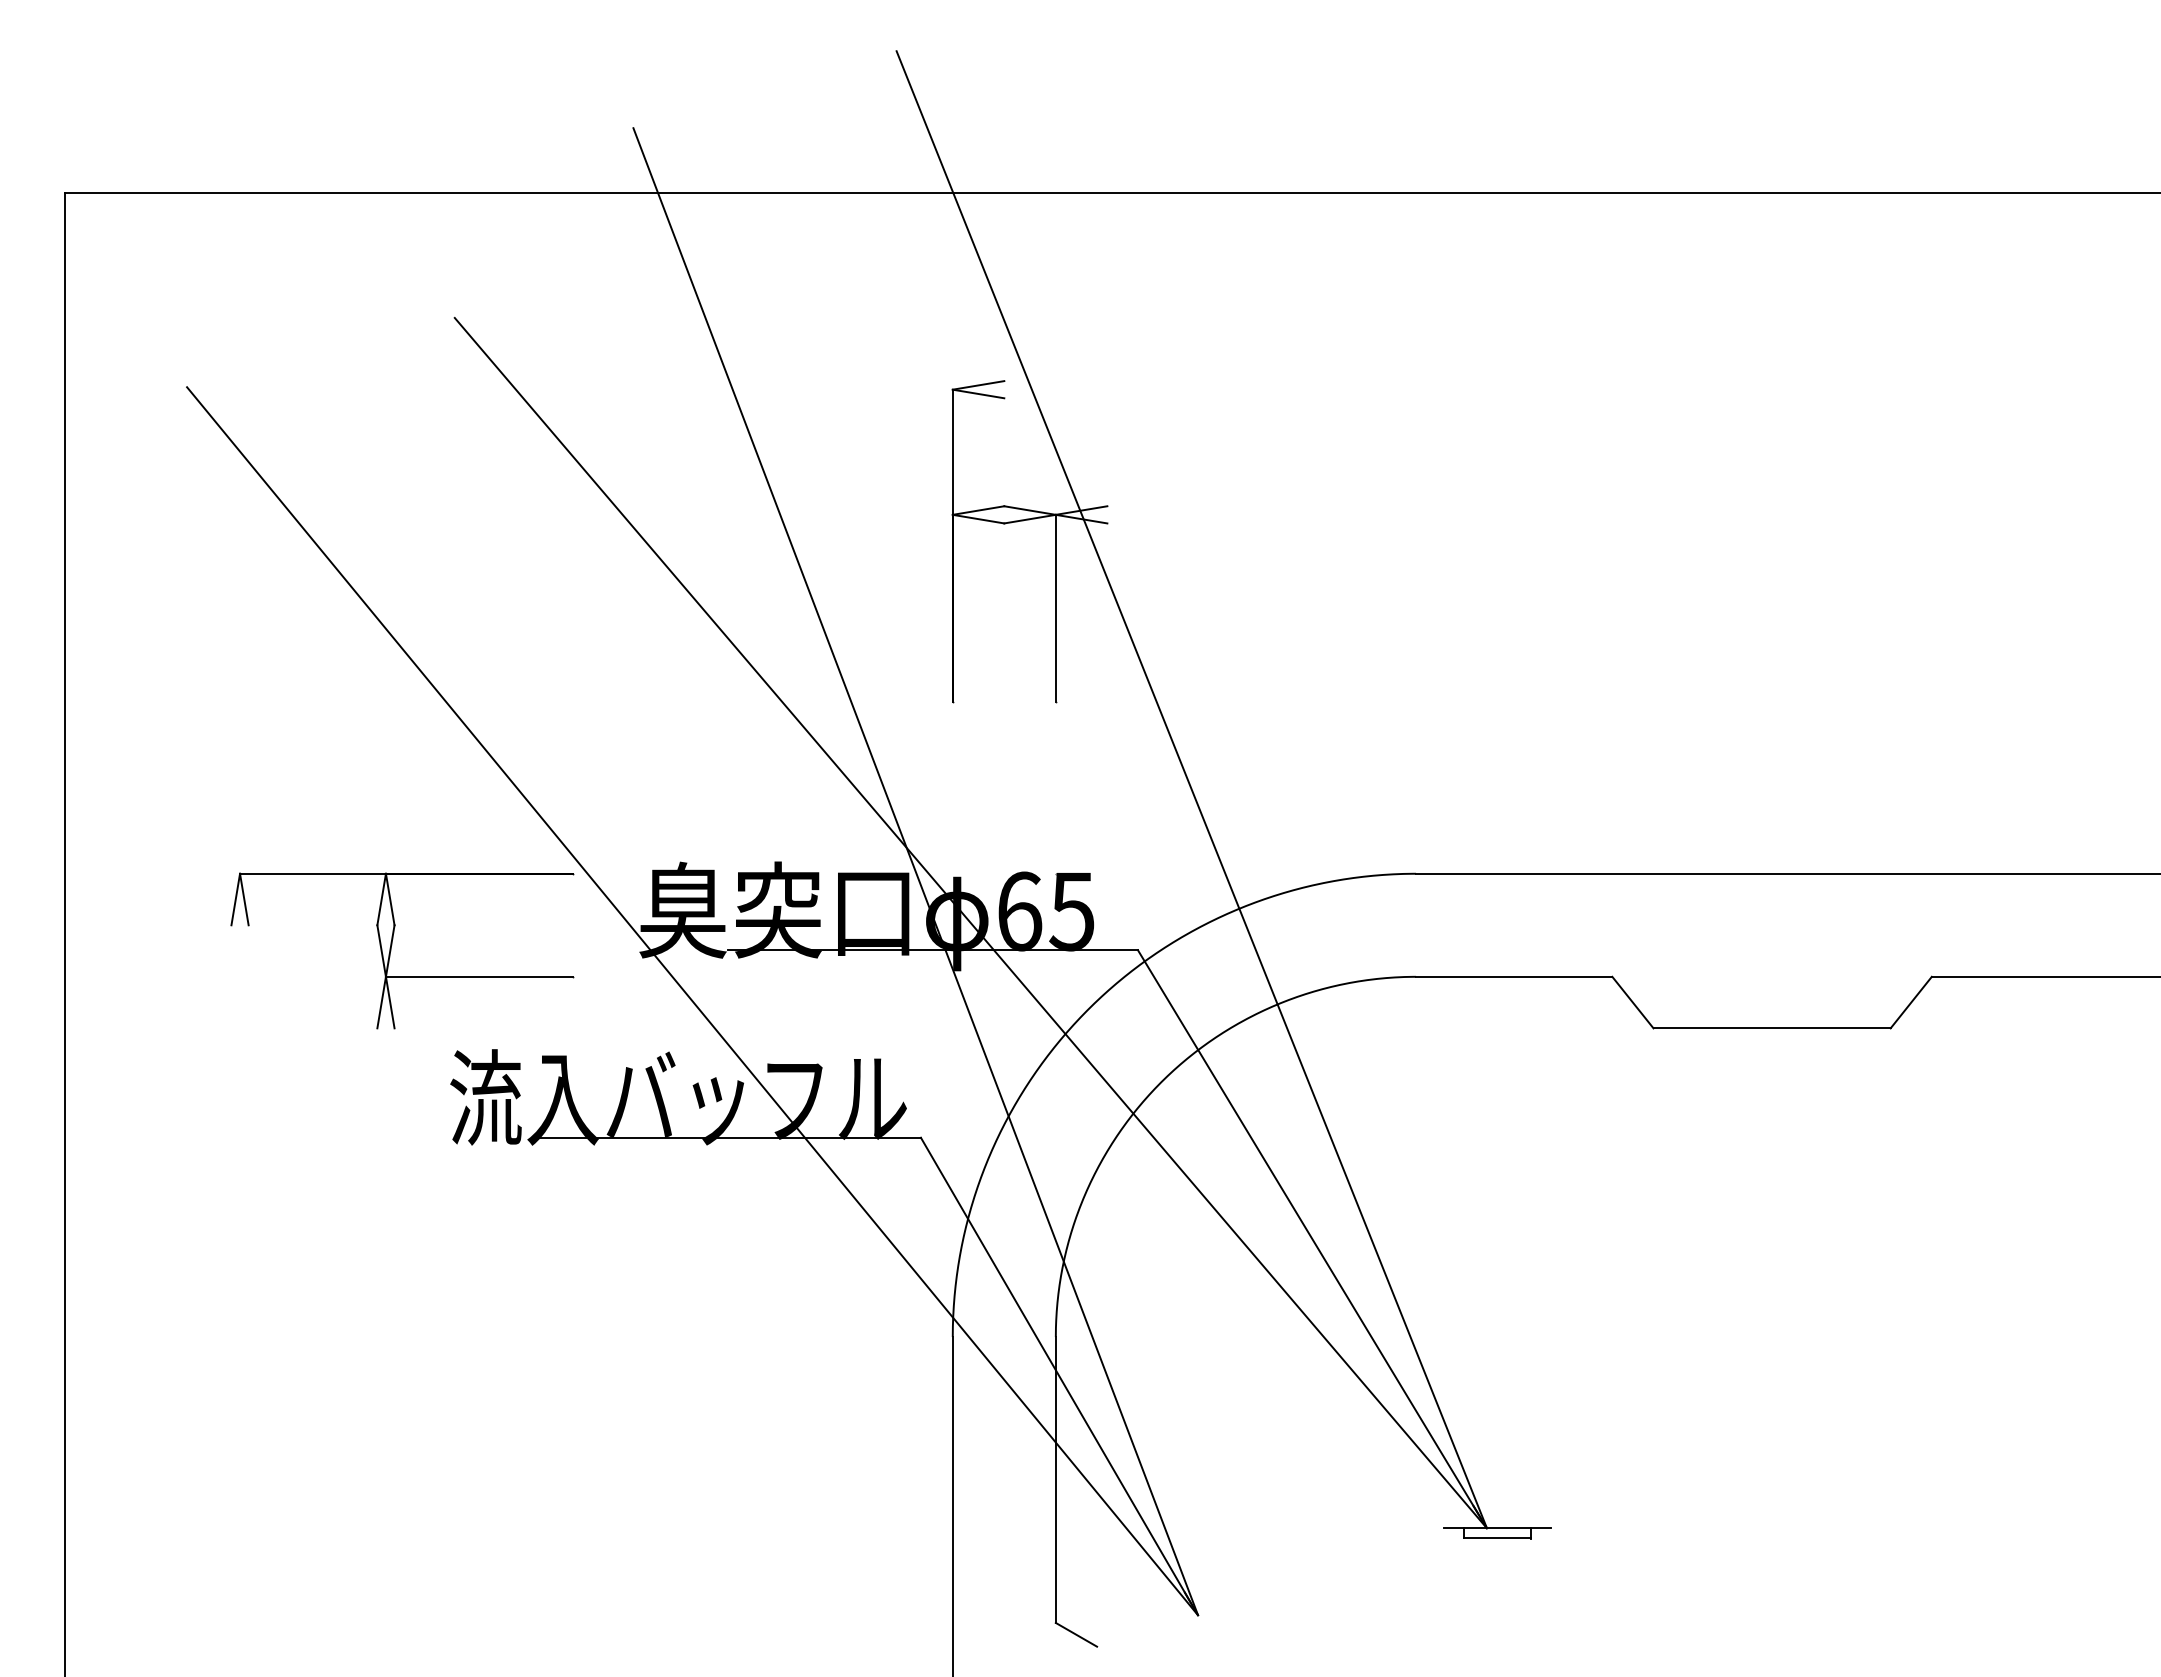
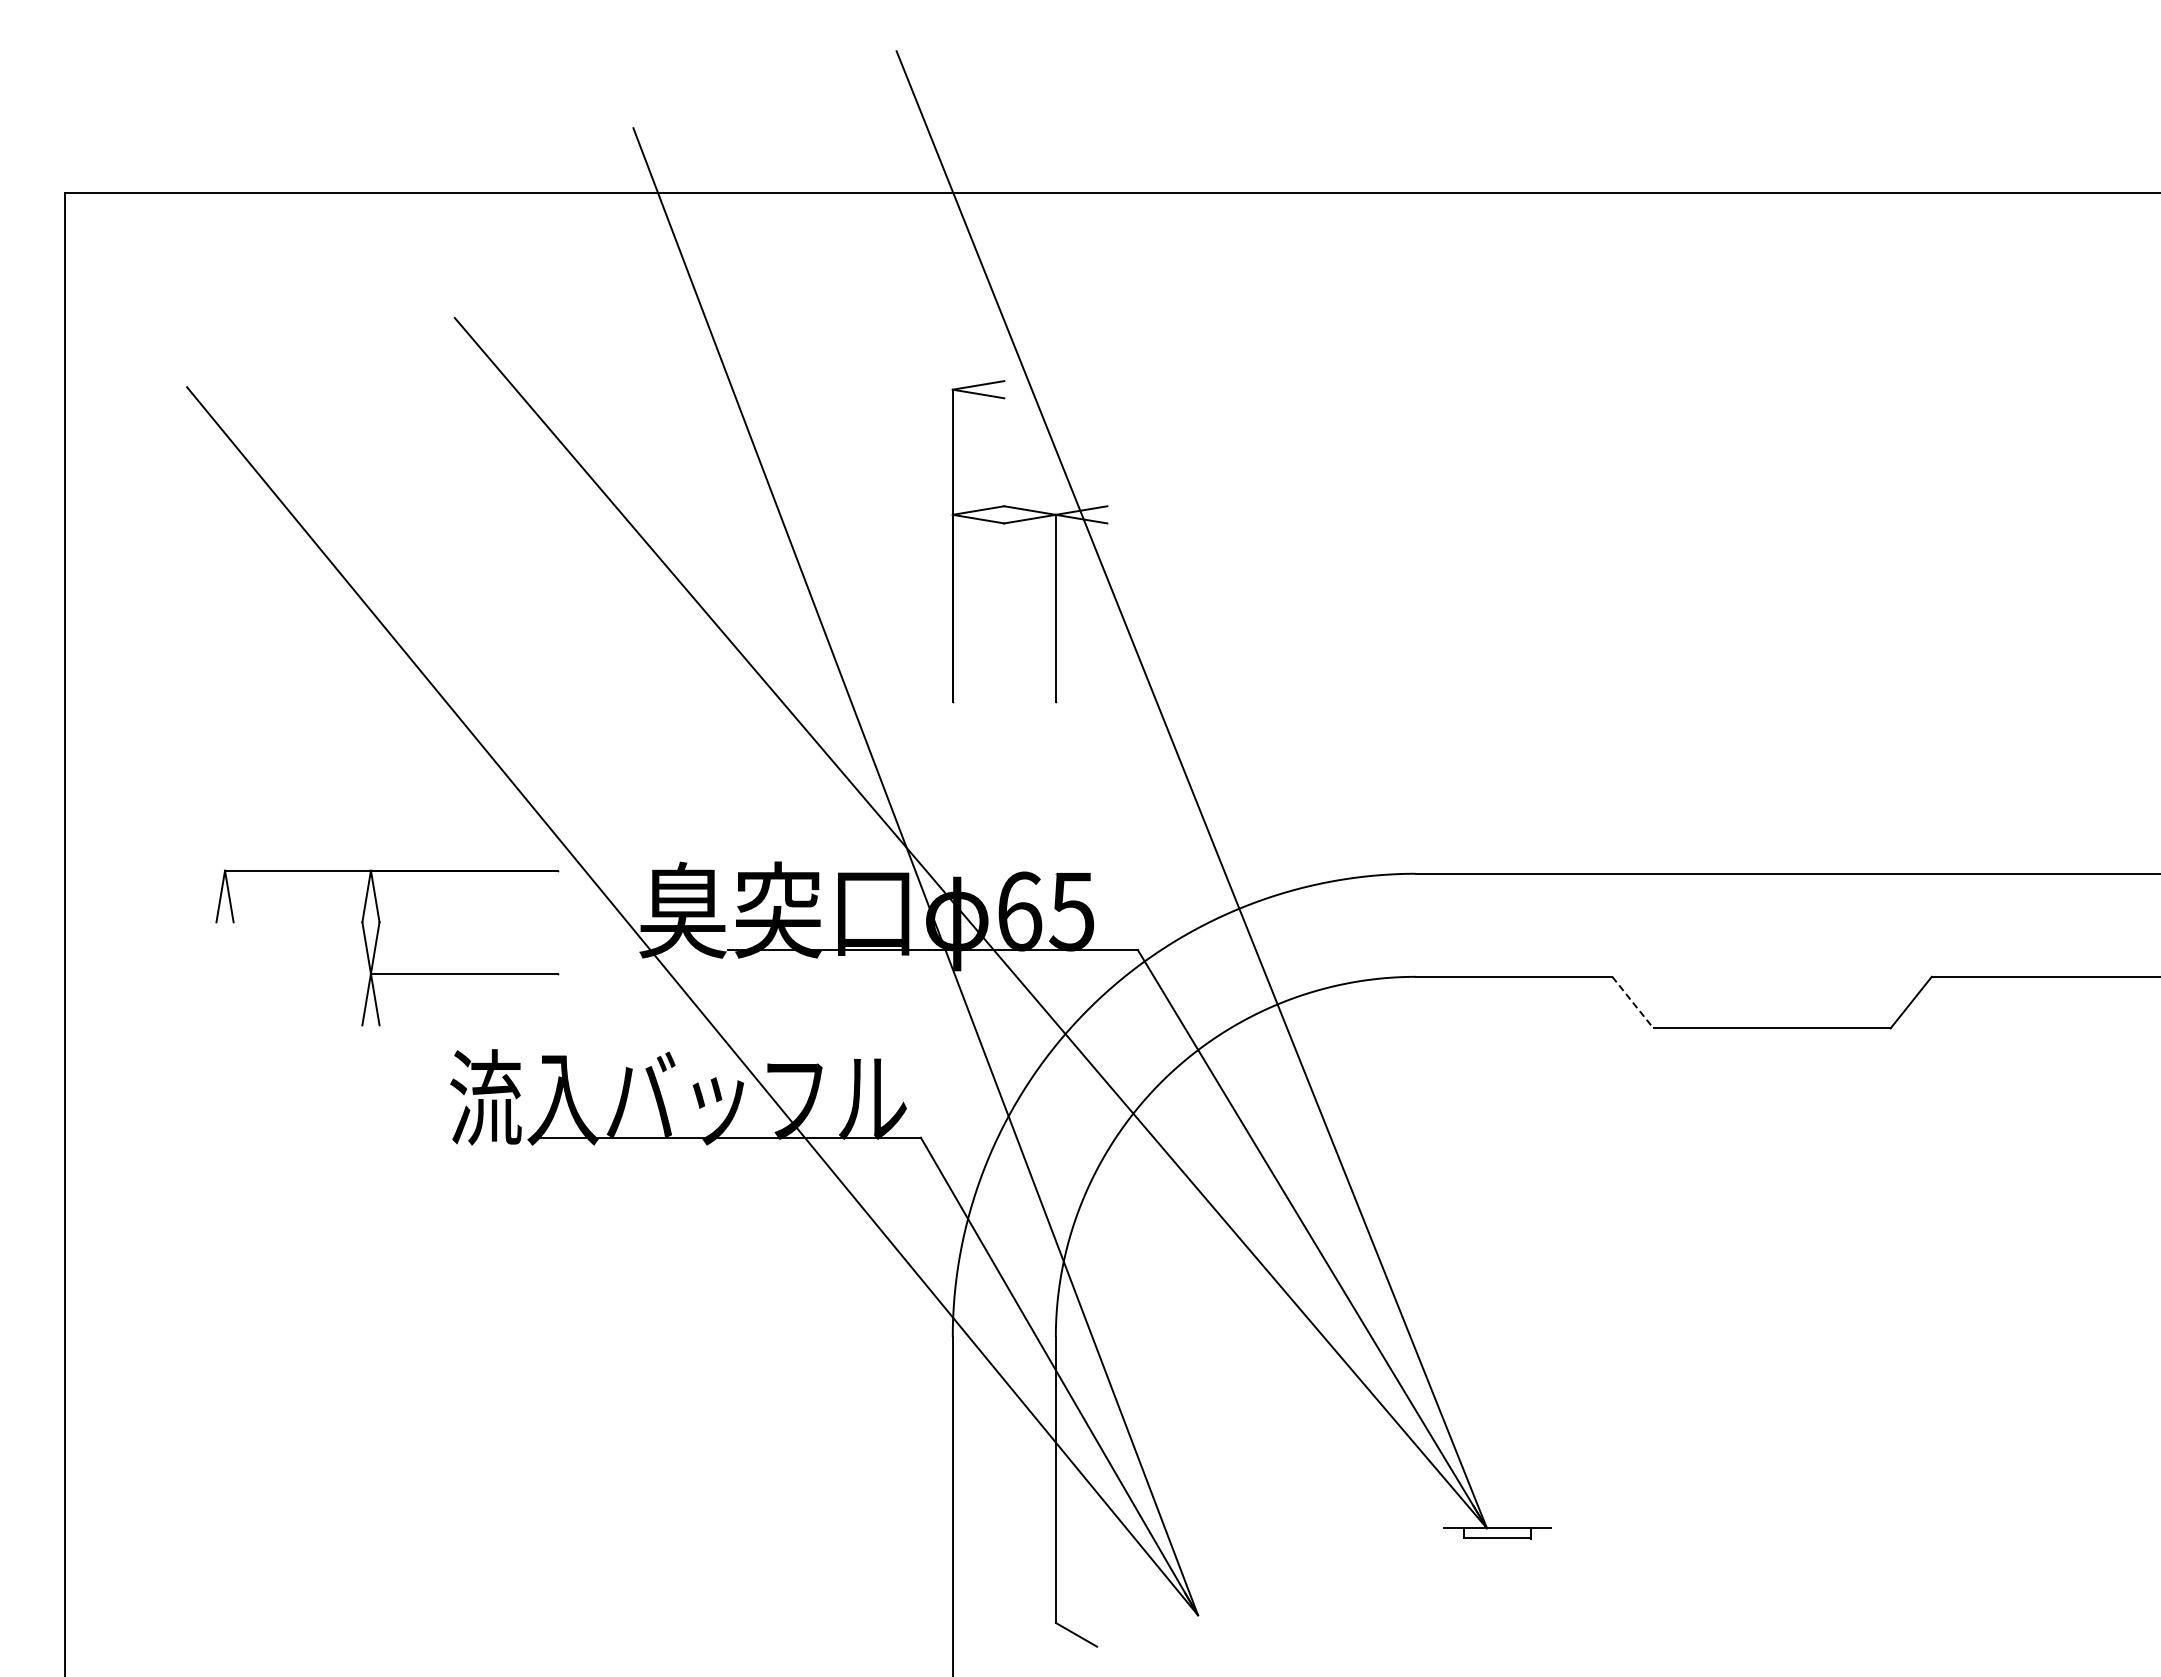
part at (391, 950) position: (391, 950) -> (376, 947)
line at (1632, 1002): solid -> dashed
